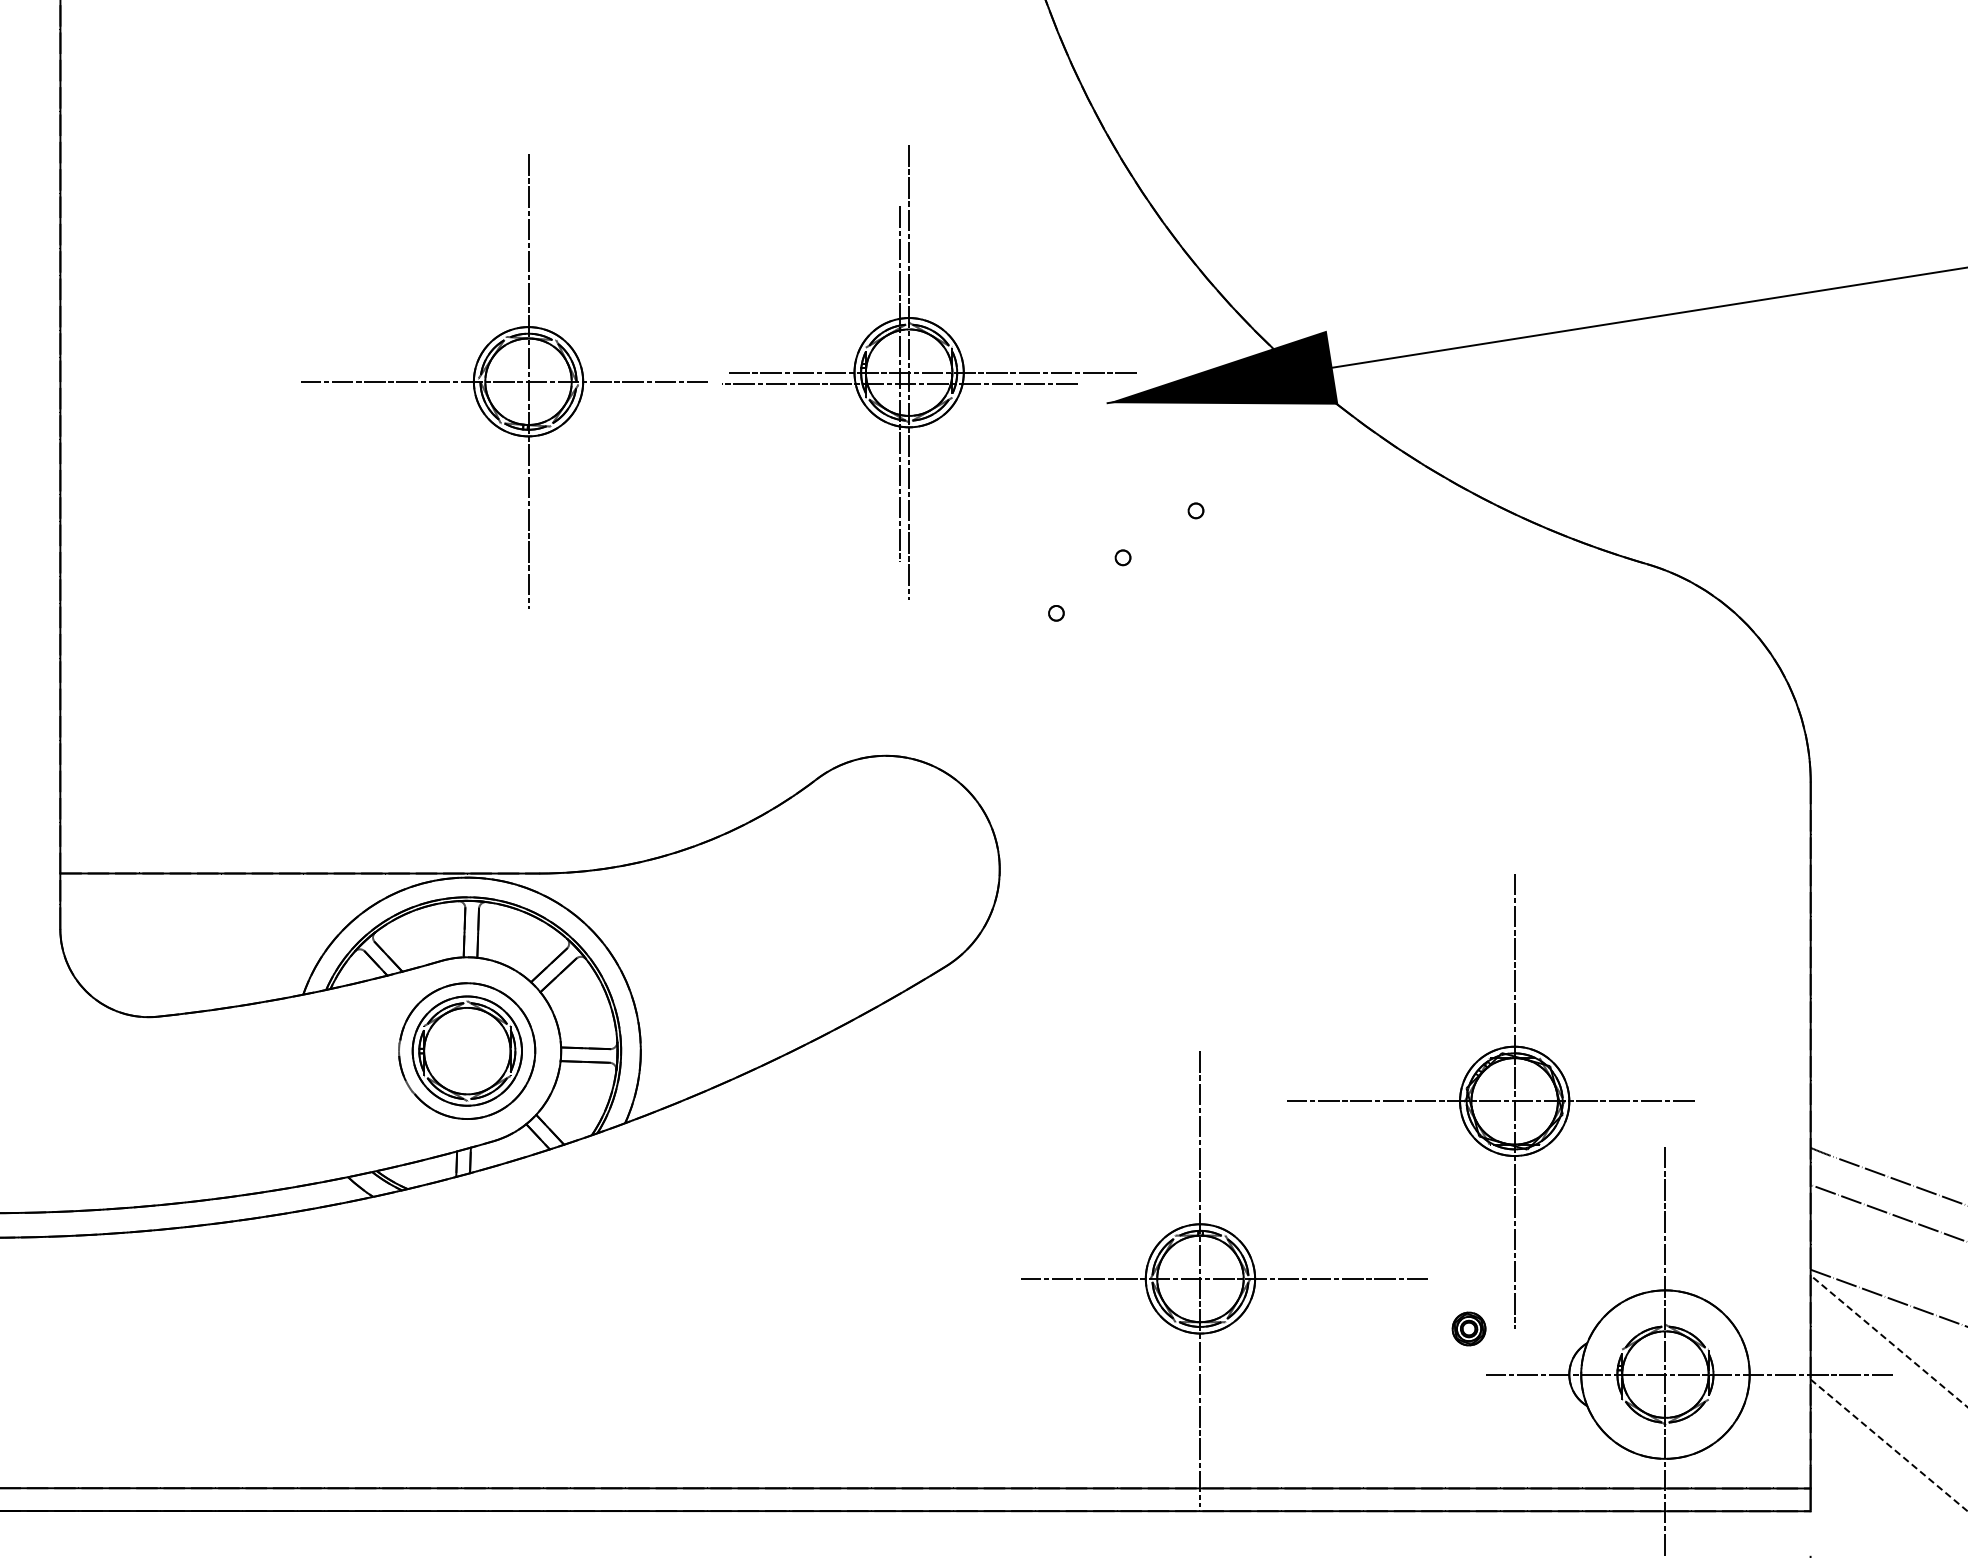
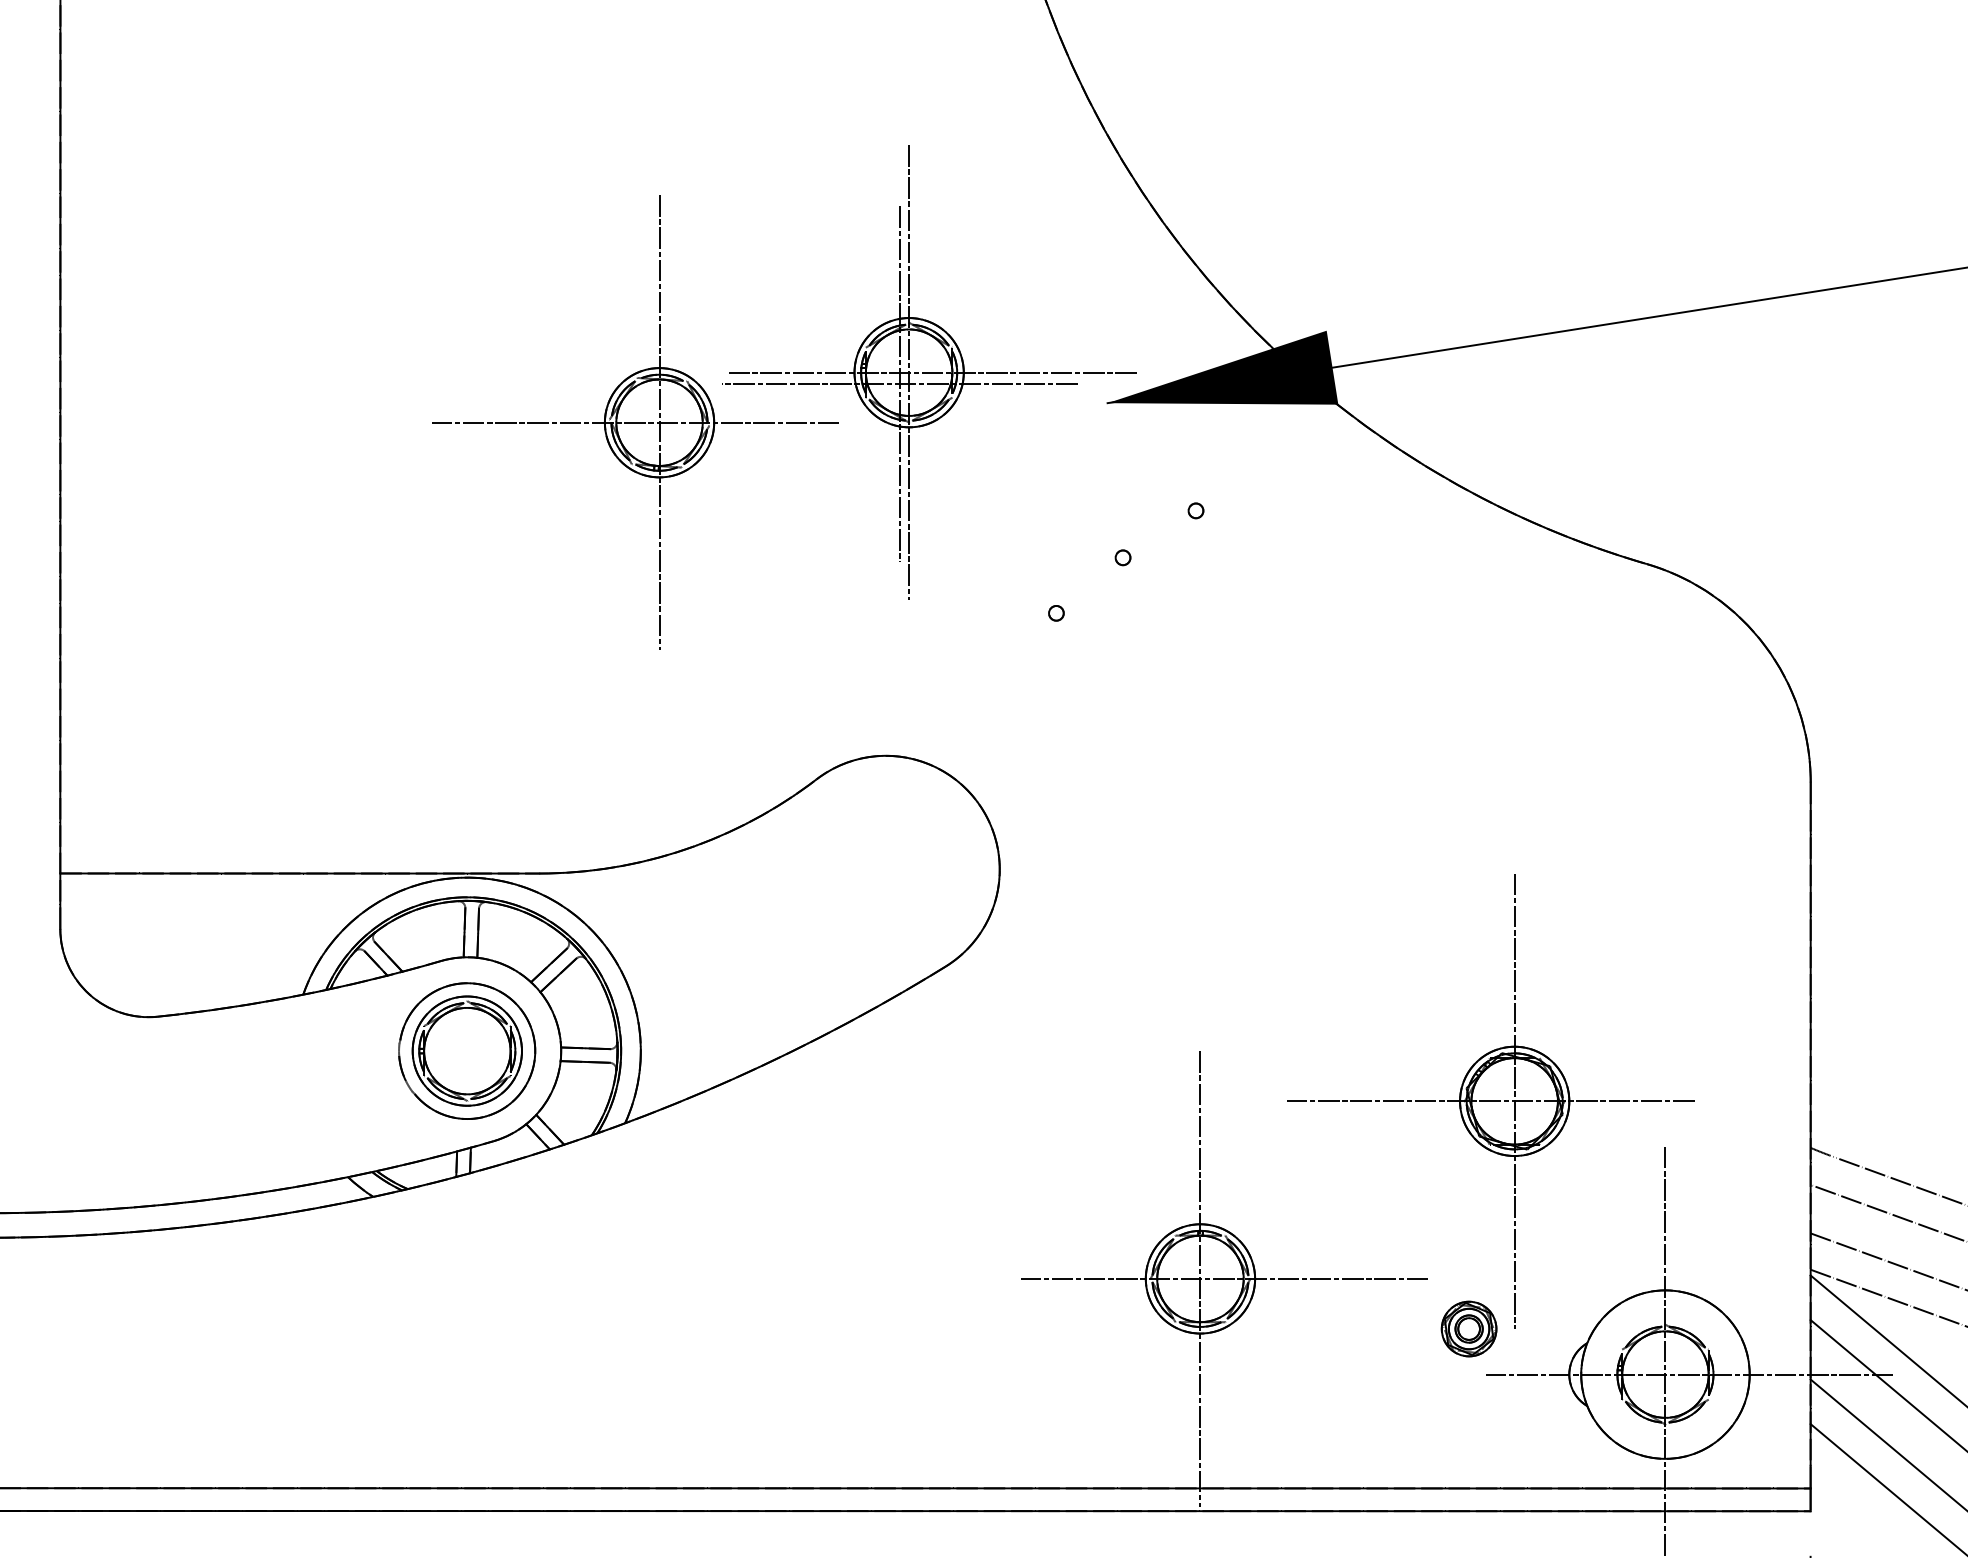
part at (504, 381) position: (504, 381) -> (635, 422)
line at (1887, 1261): none -> present
part at (1468, 1328) size: 36x36 px -> 58x58 px
line at (1888, 1340): dashed -> solid
line at (1887, 1384): none -> present
line at (1889, 1445): dashed -> solid
line at (1887, 1488): none -> present
